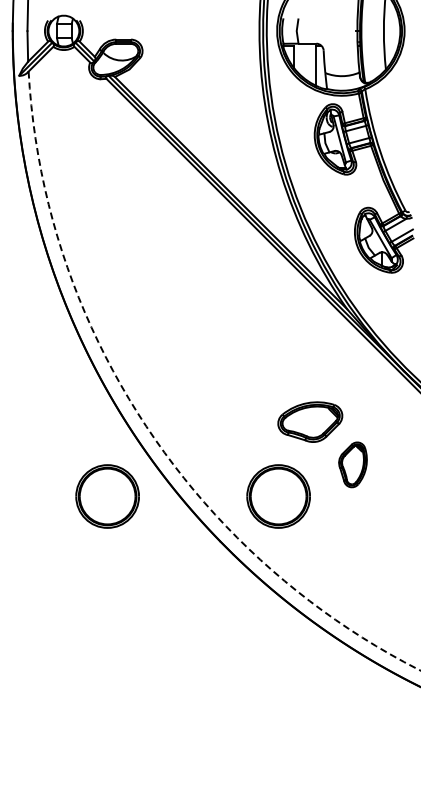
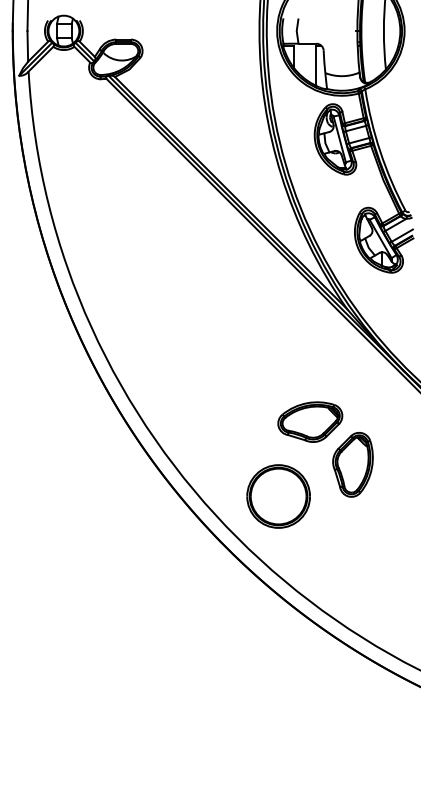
arc at (146, 425): dashed -> solid
part at (352, 464) size: 30x48 px -> 42x66 px
part at (107, 496): present -> none
